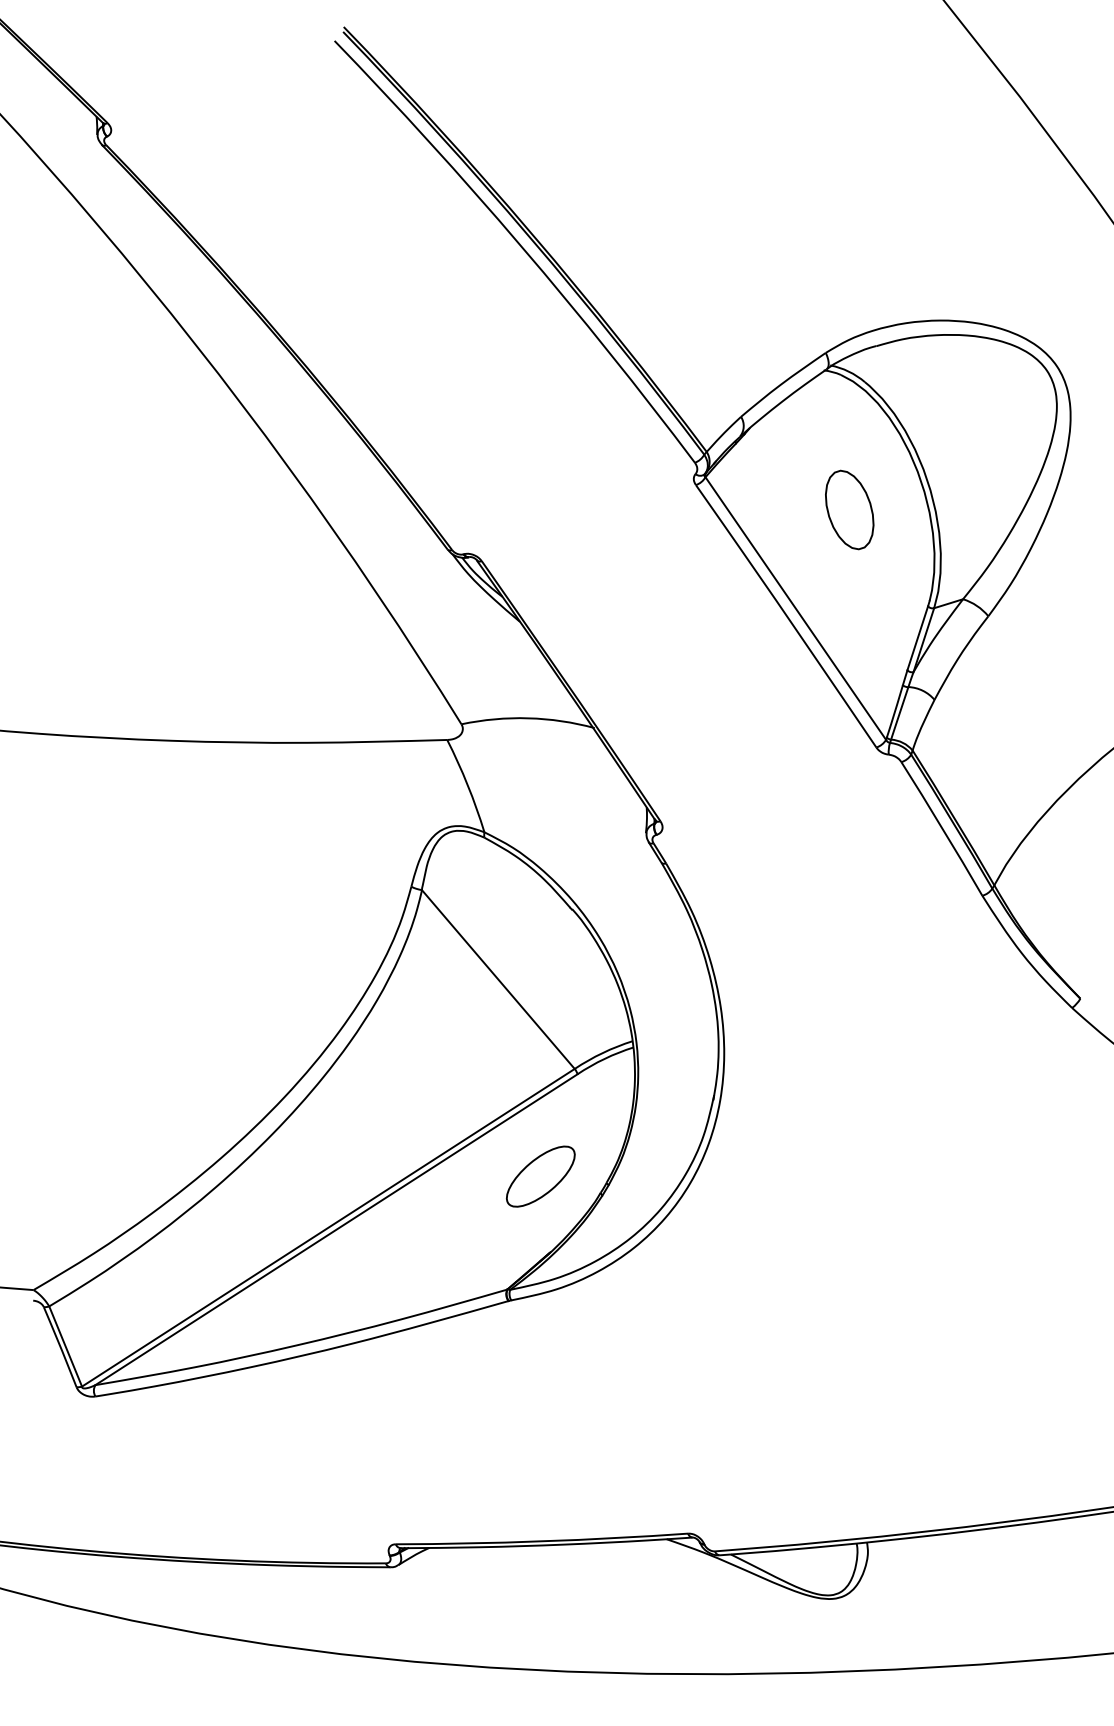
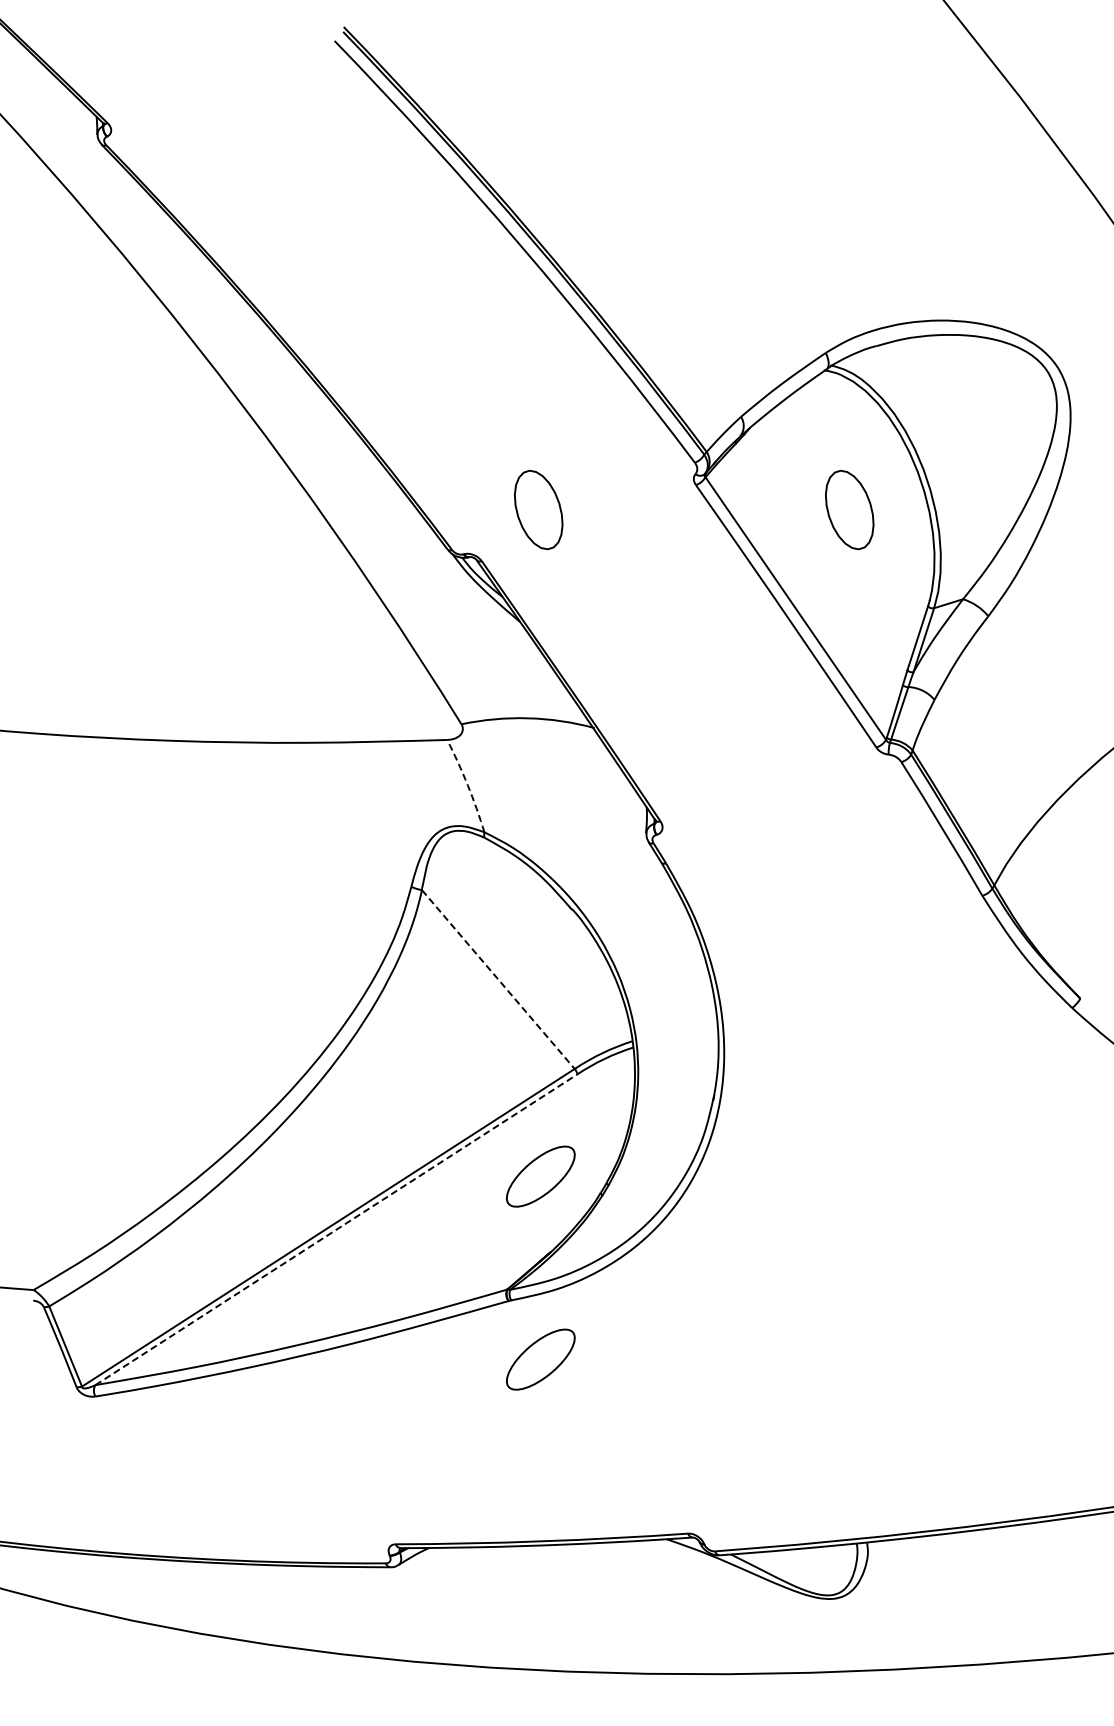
part at (538, 509): none -> present
arc at (467, 785): solid -> dashed
line at (498, 979): solid -> dashed
line at (336, 1229): solid -> dashed
part at (540, 1359): none -> present
